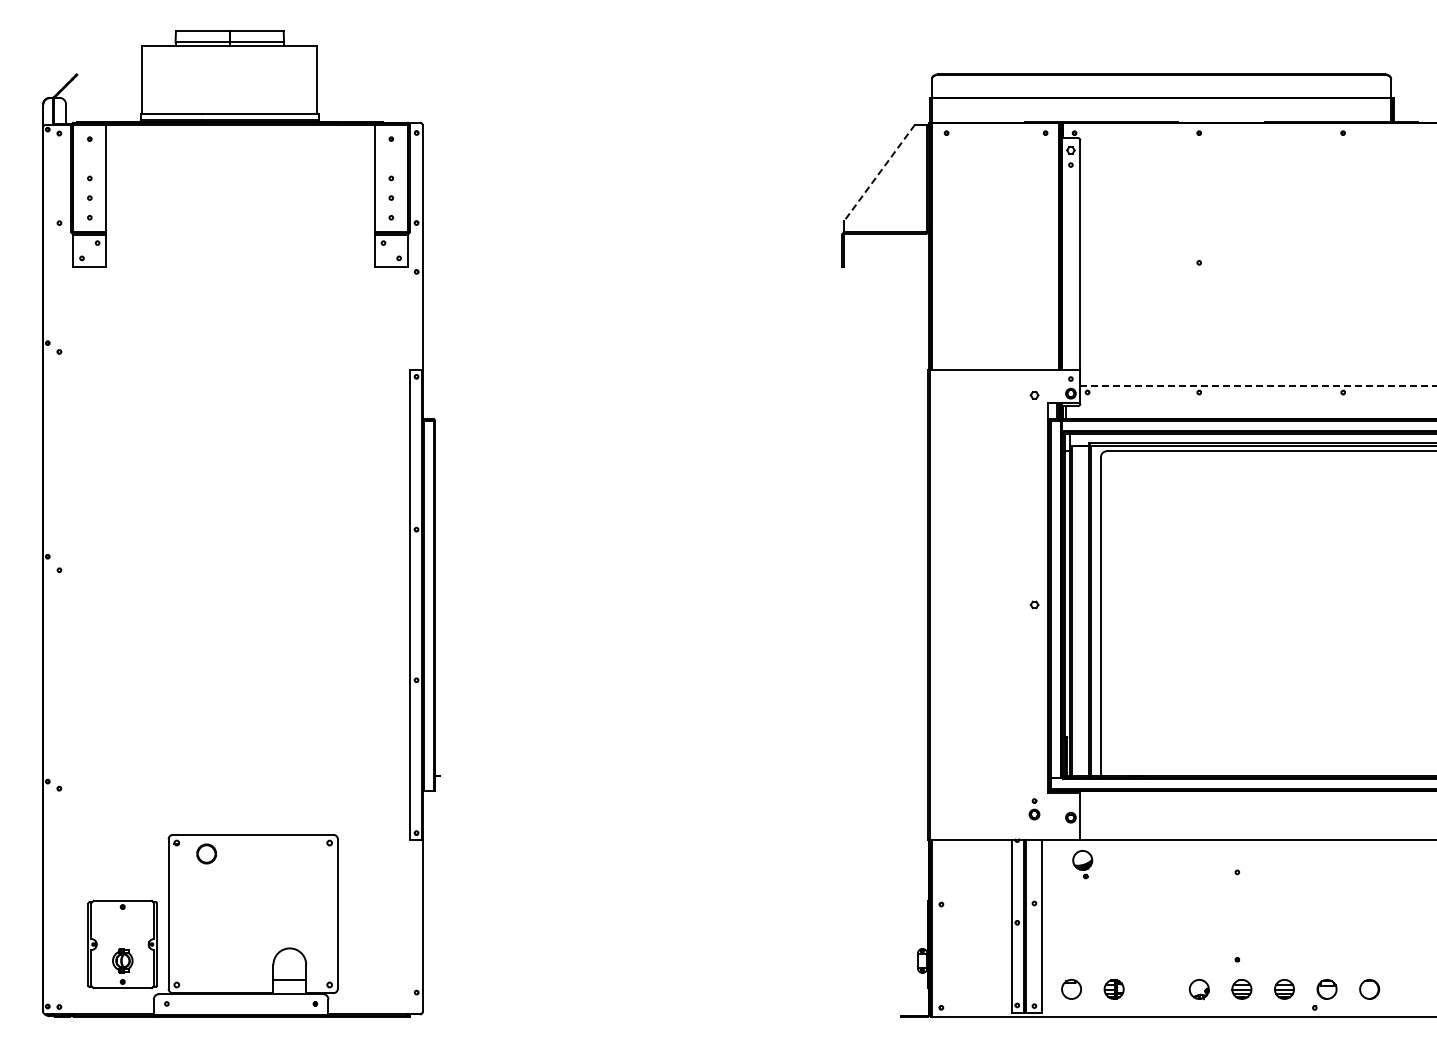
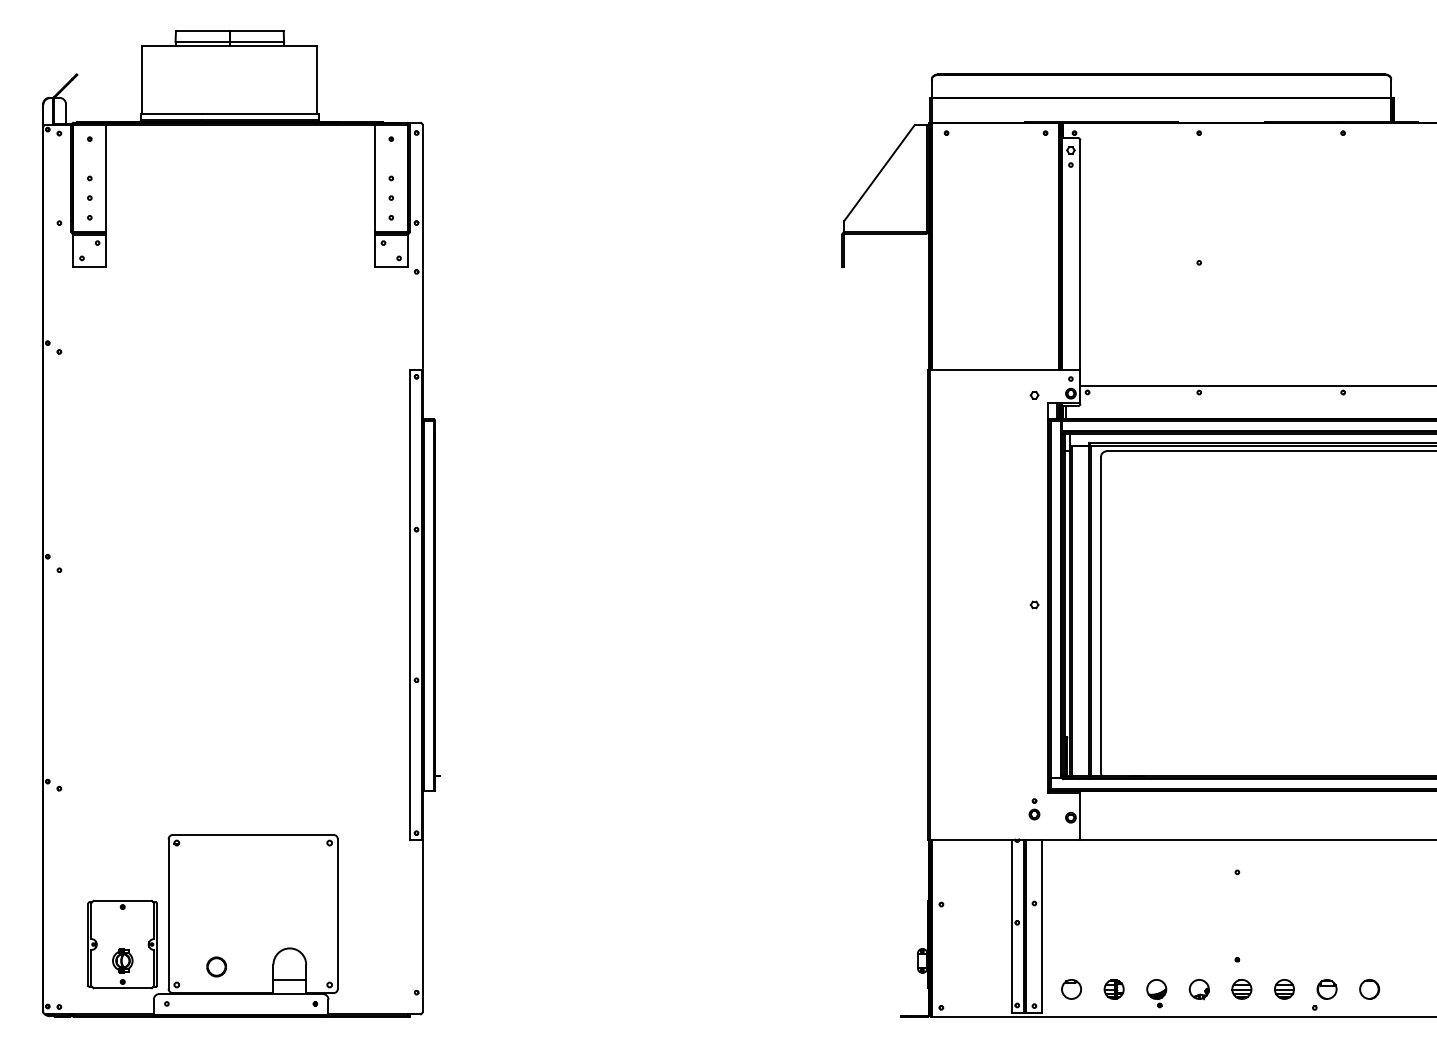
line at (879, 173): dashed -> solid
line at (1258, 386): dashed -> solid
part at (206, 853) position: (206, 853) -> (216, 966)
part at (1082, 864) position: (1082, 864) -> (1156, 993)
